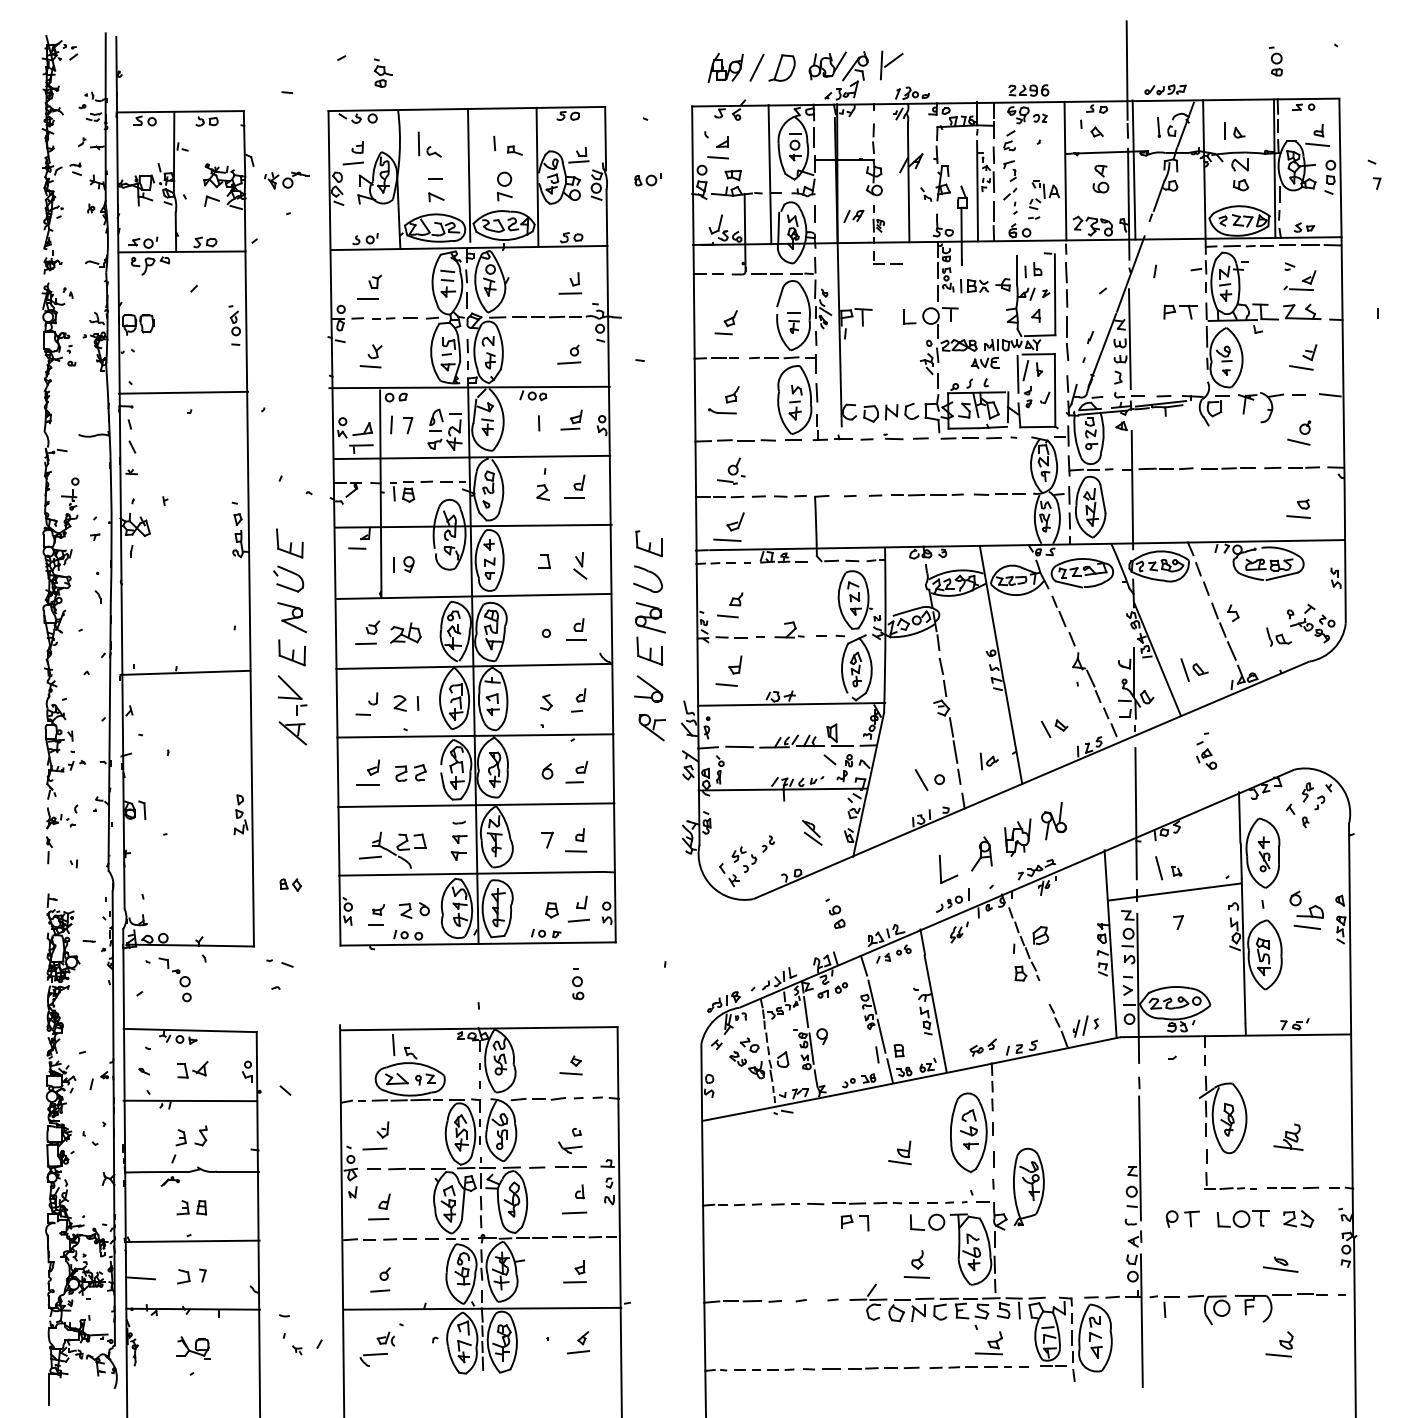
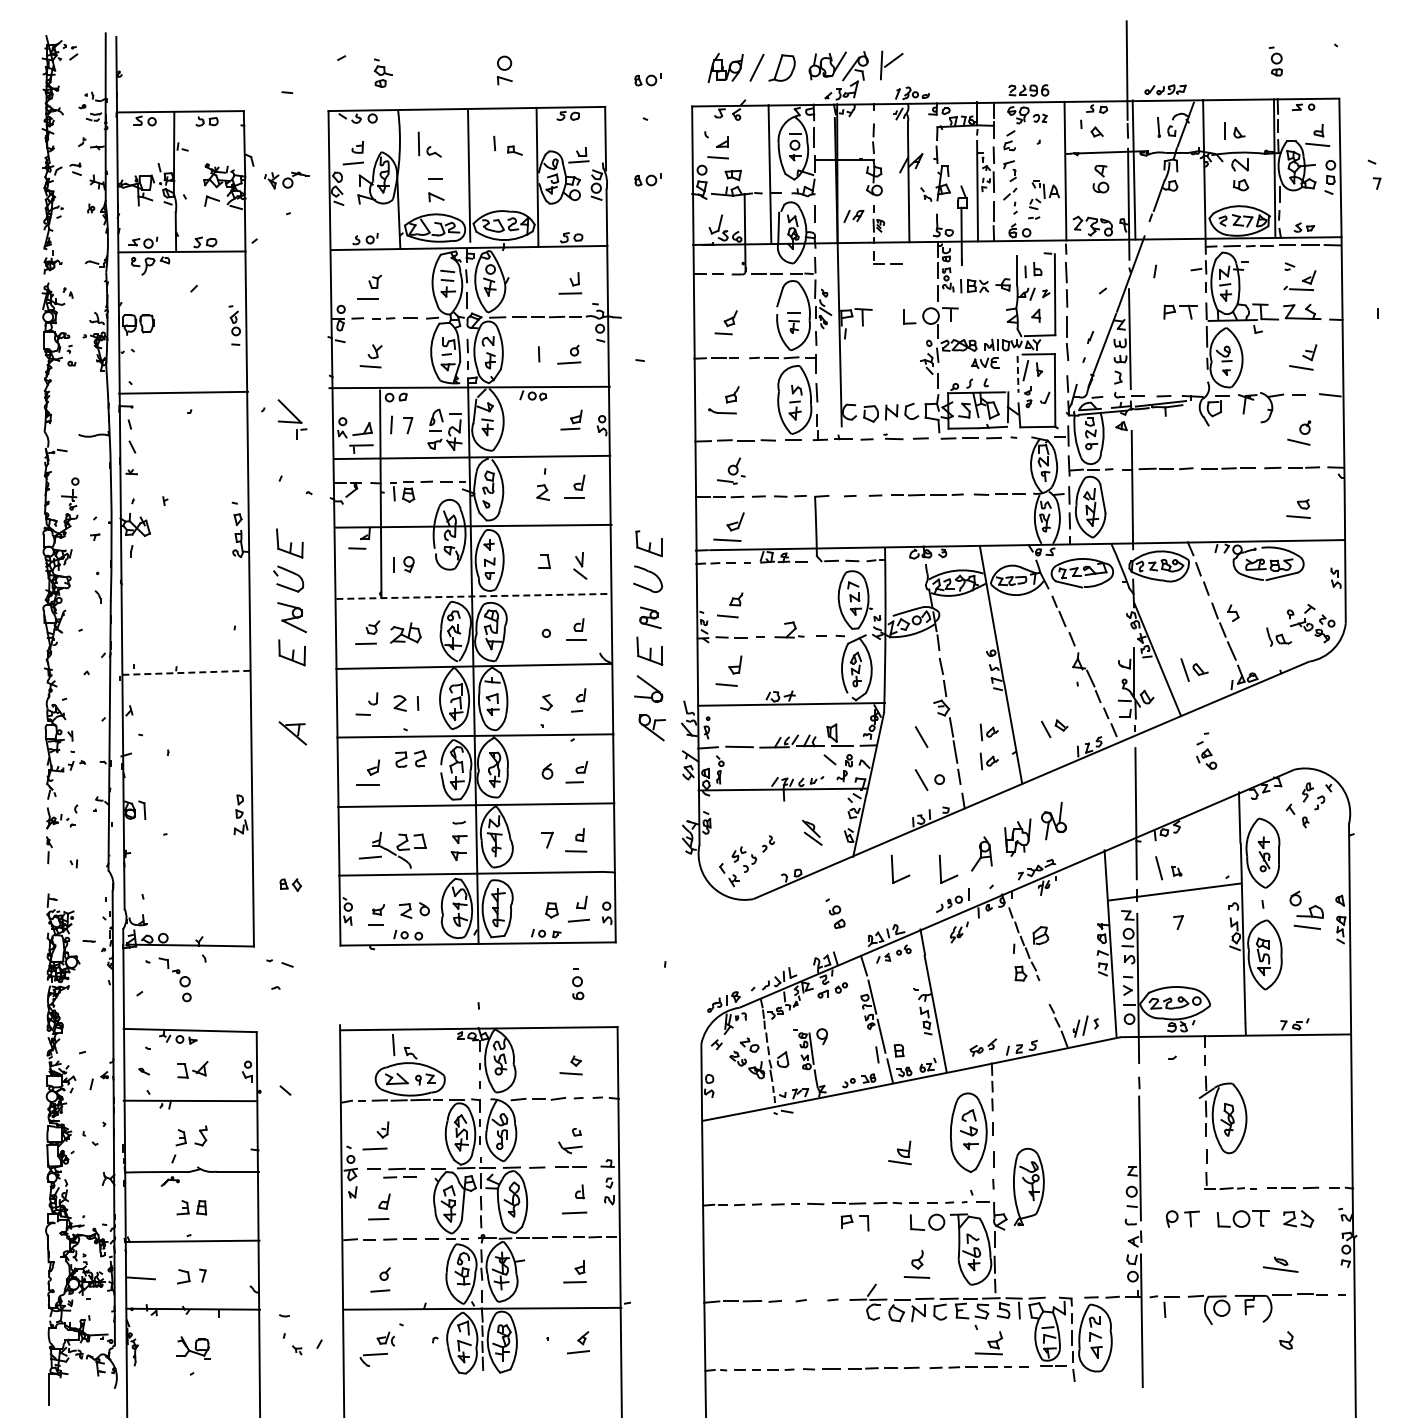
part at (647, 79): none -> present
part at (504, 186) position: (504, 186) -> (504, 70)
line at (1018, 374): solid -> dashed
line at (539, 423) position: (539, 423) -> (539, 354)
line at (474, 596): solid -> dashed
part at (650, 617) size: 31x32 px -> 23x24 px
line at (185, 672): solid -> dashed
part at (292, 695) position: (292, 695) -> (292, 419)
part at (988, 732): none -> present
line at (921, 736): none -> present
part at (410, 772) position: (410, 772) -> (410, 758)
part at (893, 869): none -> present
line at (806, 1012): present -> none
part at (1288, 1136): present -> none
line at (397, 1177): none -> present
line at (1278, 1355): present -> none
